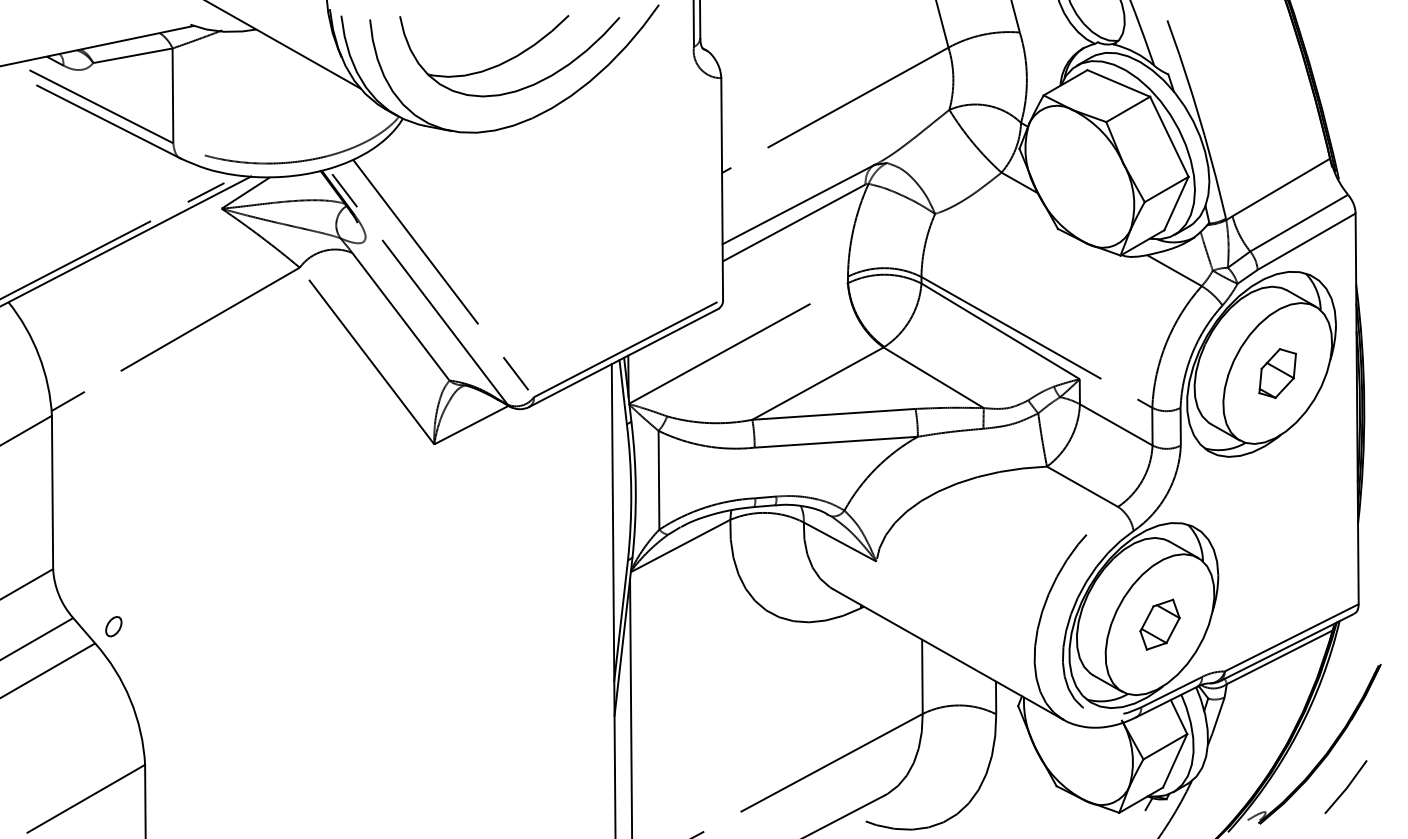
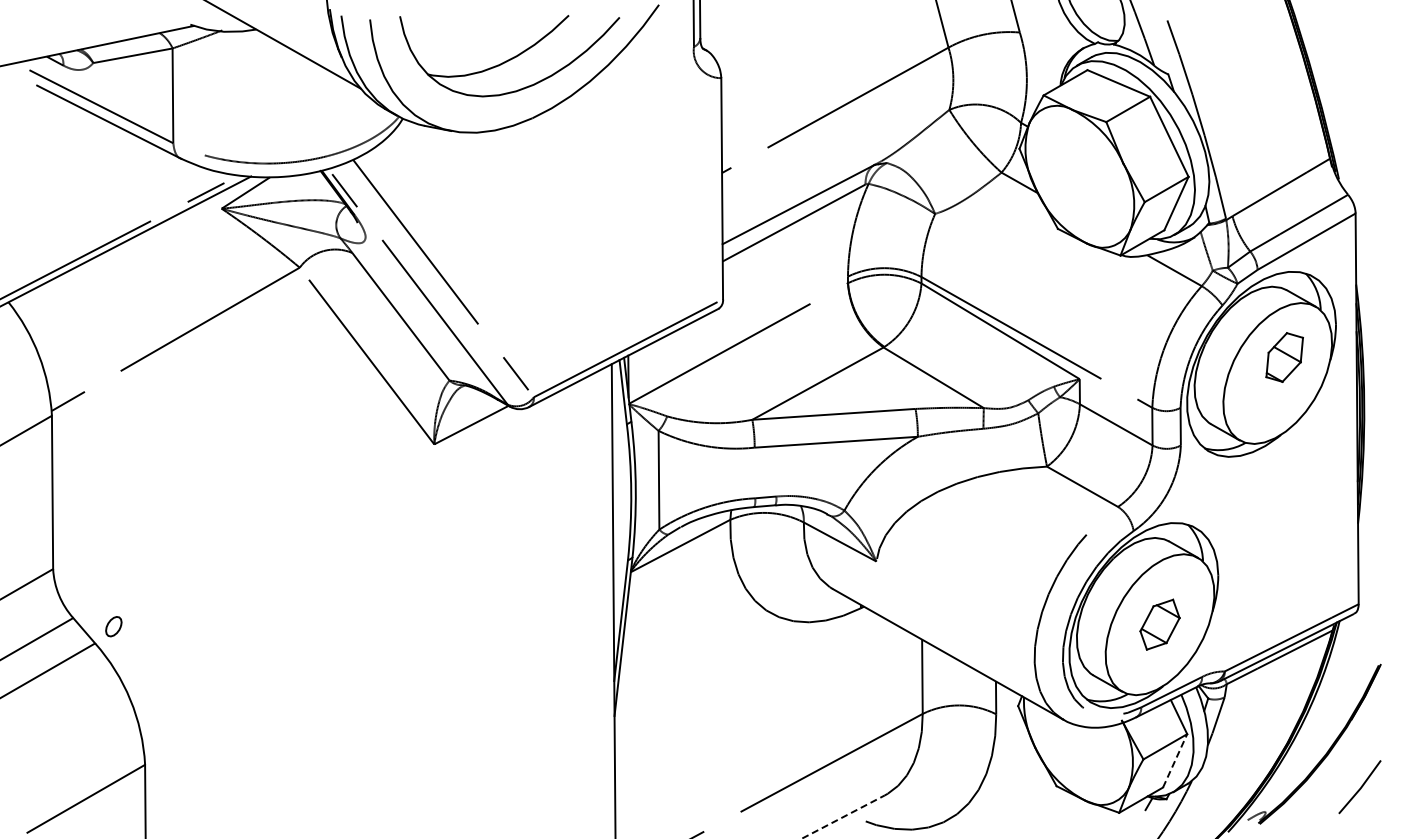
part at (1277, 373) position: (1277, 373) -> (1284, 357)
line at (631, 707): present -> none
line at (1175, 760): solid -> dashed
line at (1346, 787) position: (1346, 787) -> (1360, 787)
line at (843, 817): solid -> dashed
